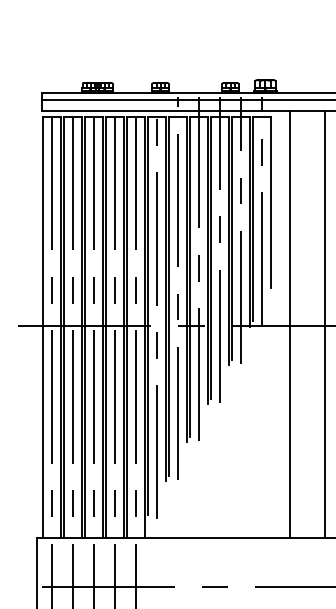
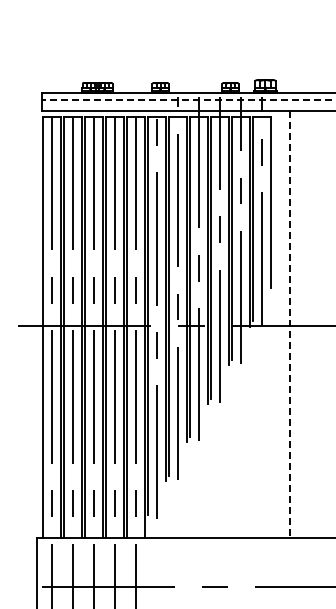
line at (188, 99): solid -> dashed
line at (289, 324): solid -> dashed
line at (324, 324): present -> none
